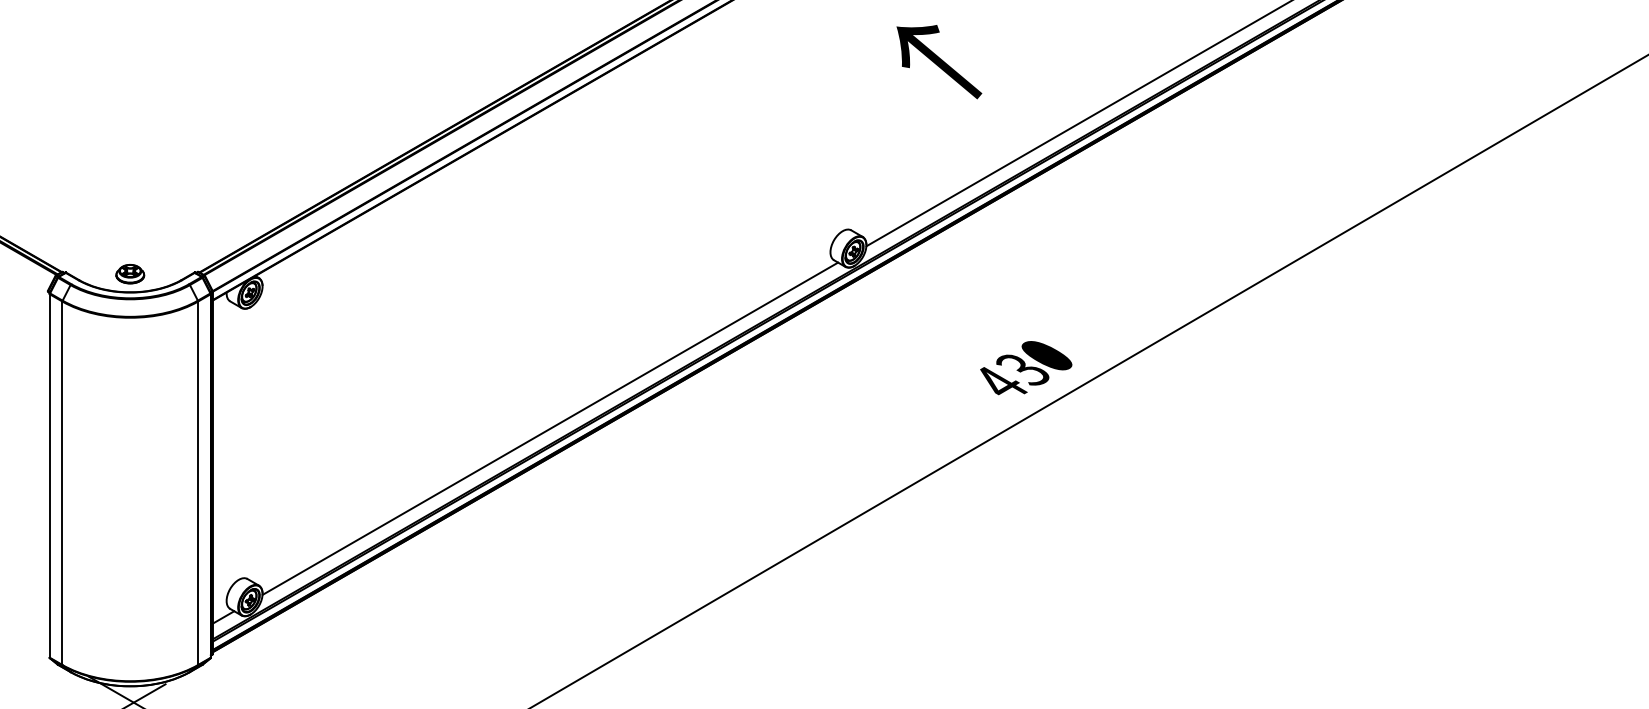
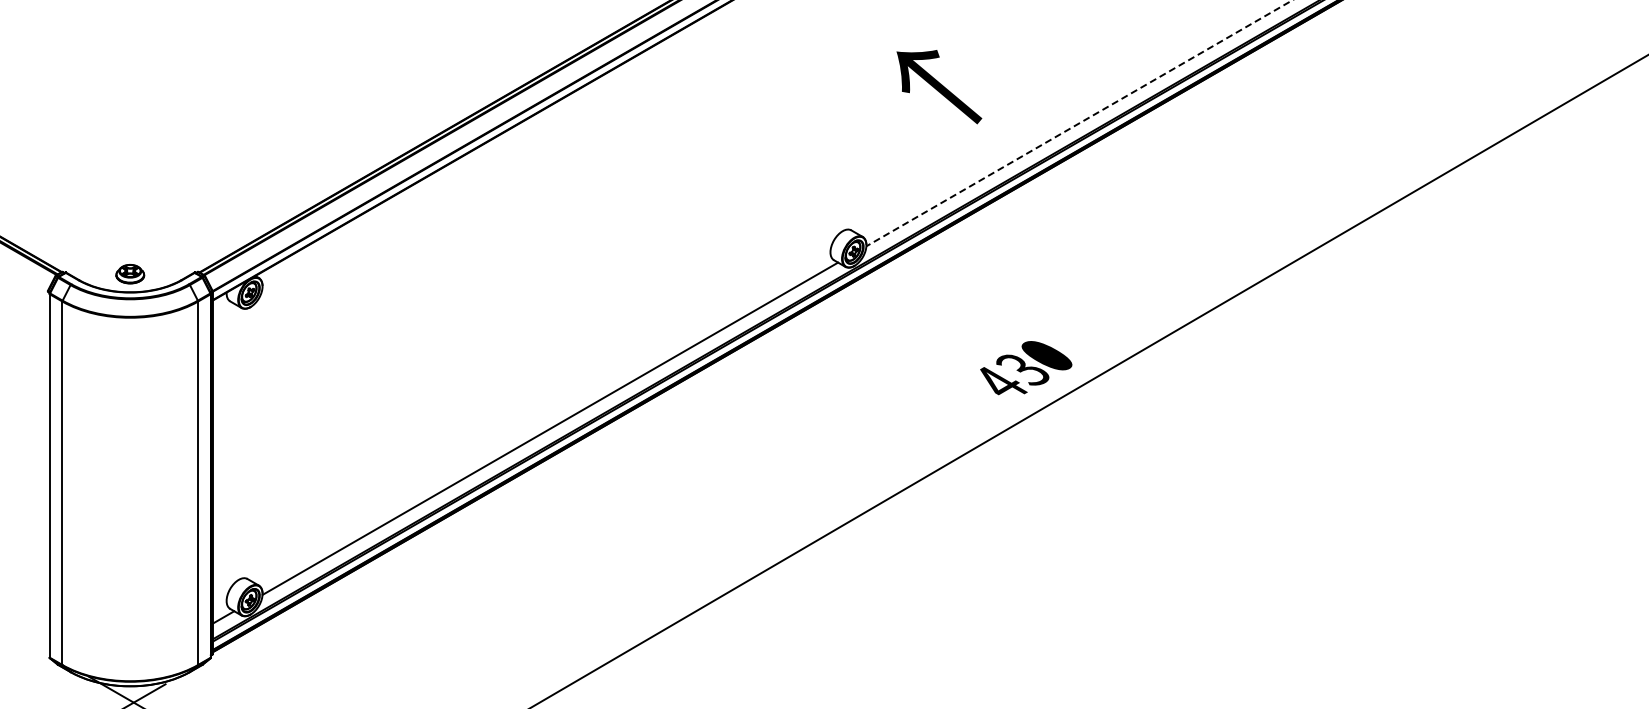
text at (939, 62) position: (939, 62) -> (939, 87)
line at (1079, 123): solid -> dashed
